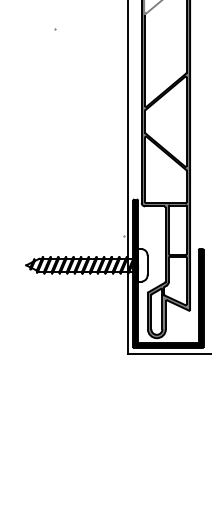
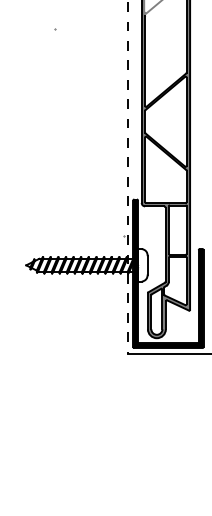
line at (127, 177): solid -> dashed
